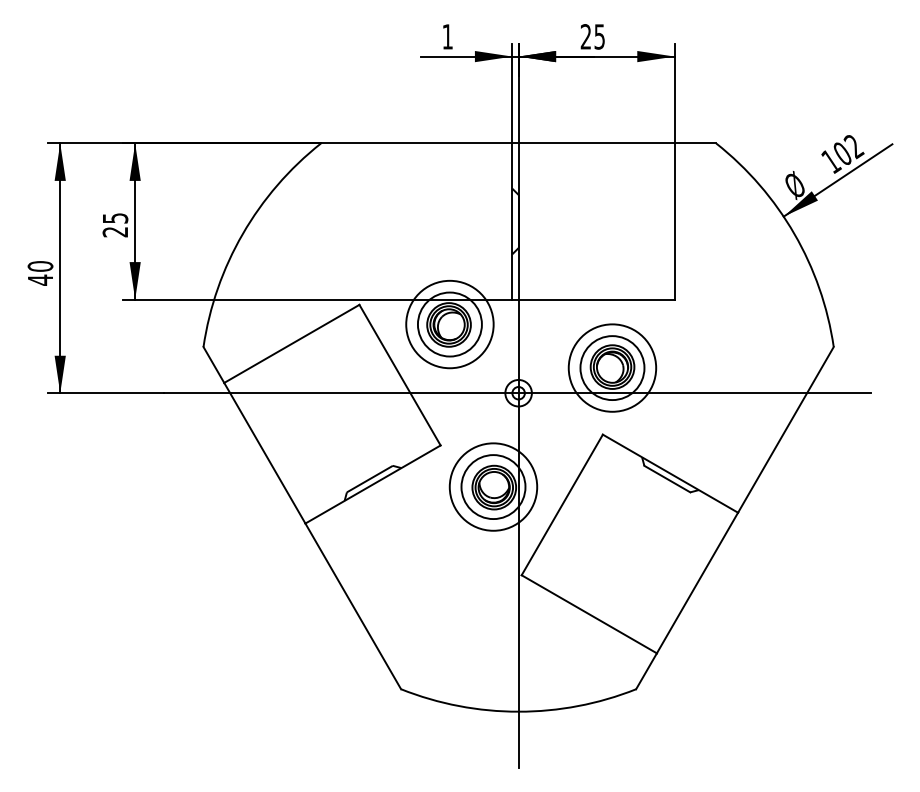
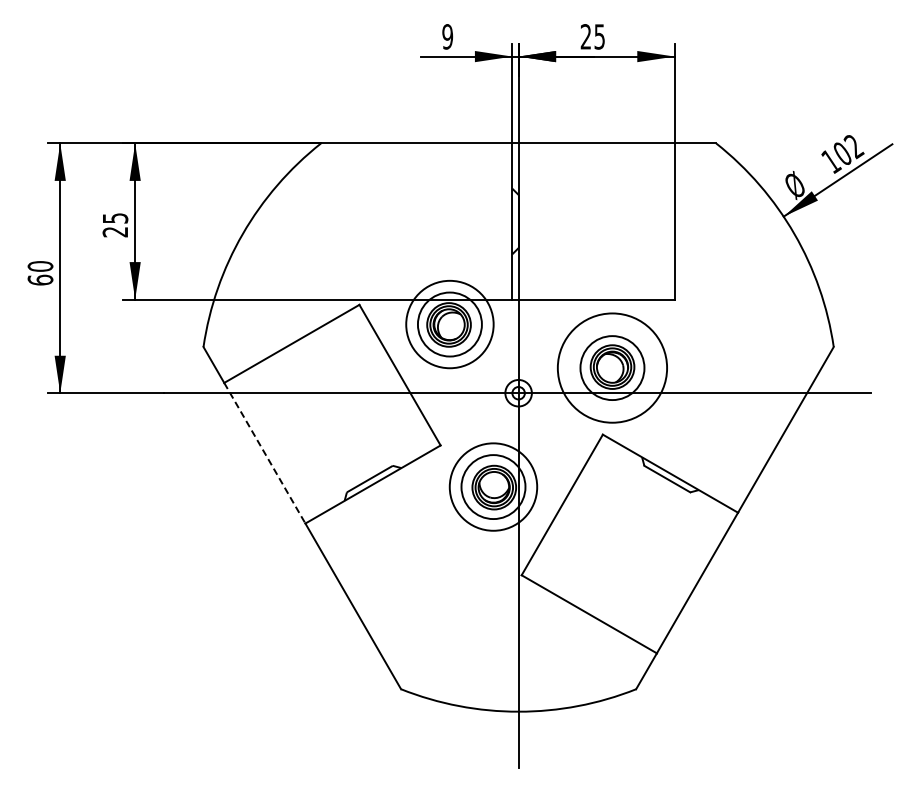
text at (447, 36): 1 -> 9
text at (40, 279): 40 -> 60
circle at (612, 367) diameter: 87 px -> 109 px
line at (265, 453): solid -> dashed
